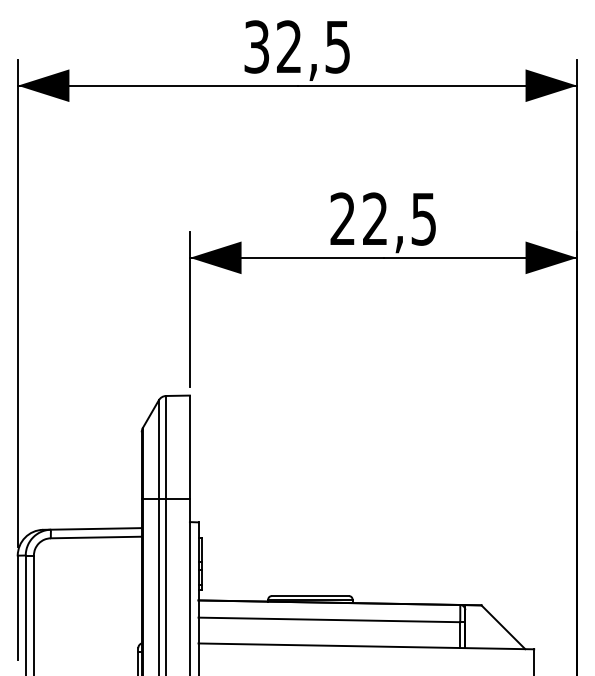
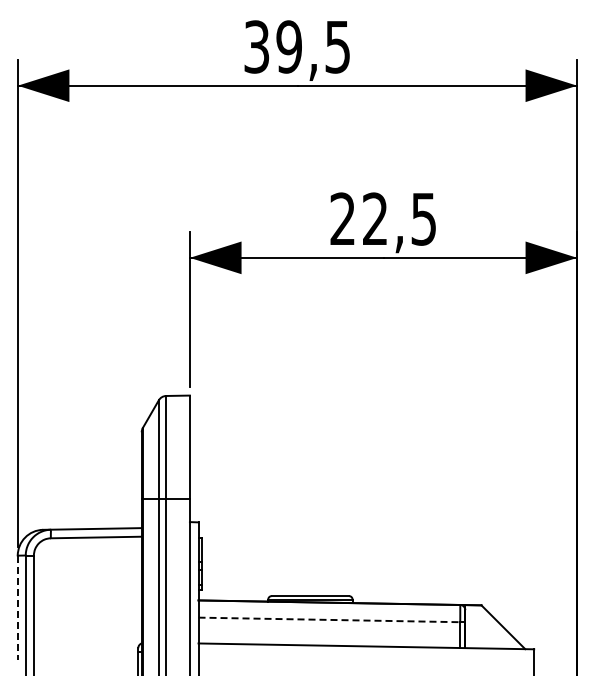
text at (288, 46): 32,5 -> 39,5
line at (17, 608): solid -> dashed
line at (329, 619): solid -> dashed
